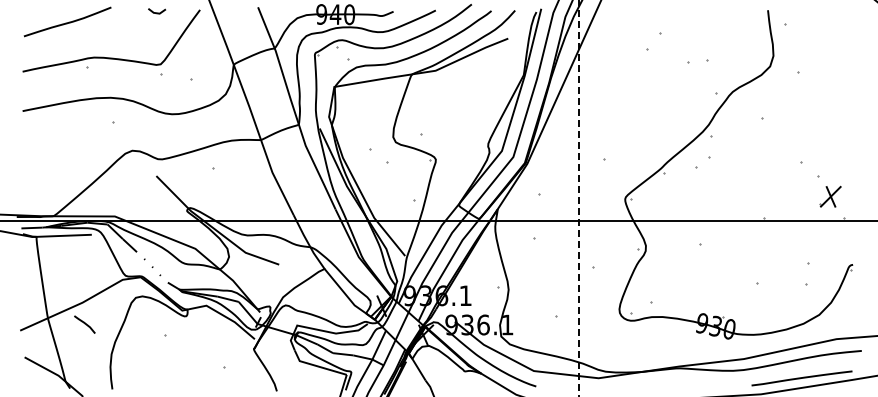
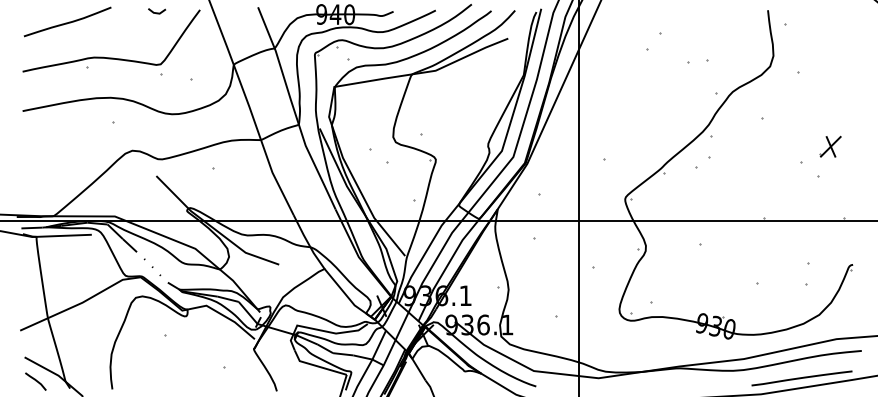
part at (830, 196) position: (830, 196) -> (830, 146)
line at (578, 198): dashed -> solid
line at (84, 324) position: (84, 324) -> (35, 381)
